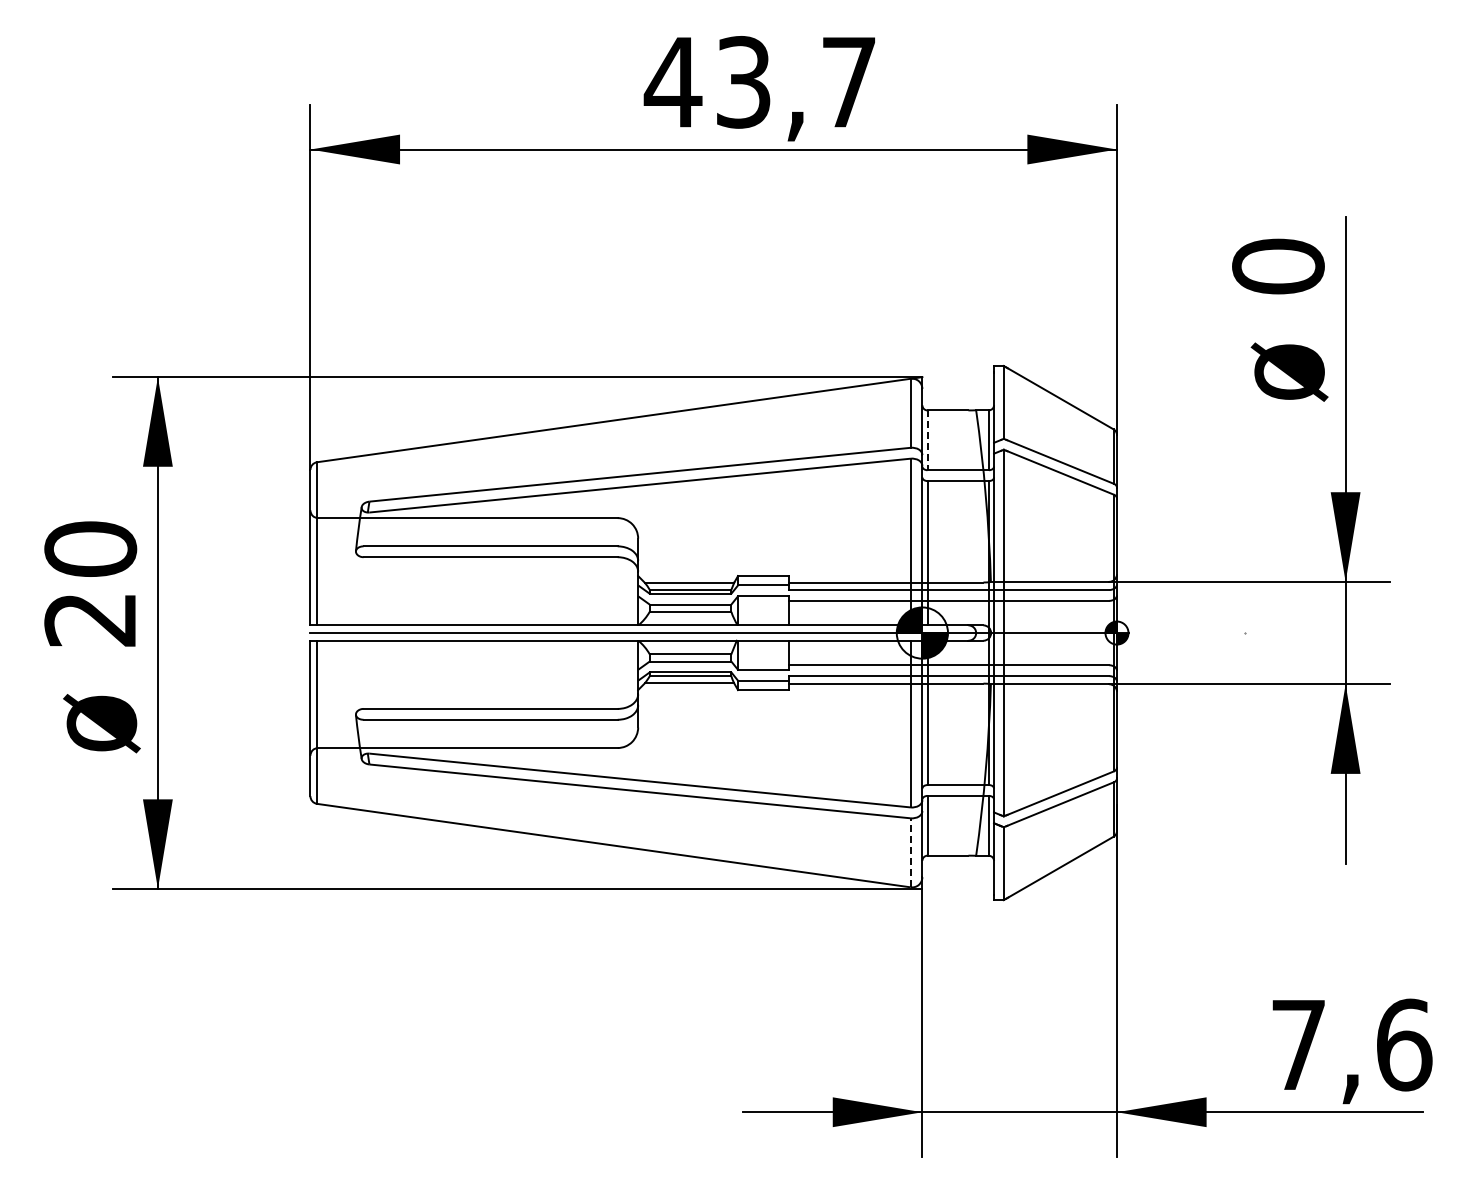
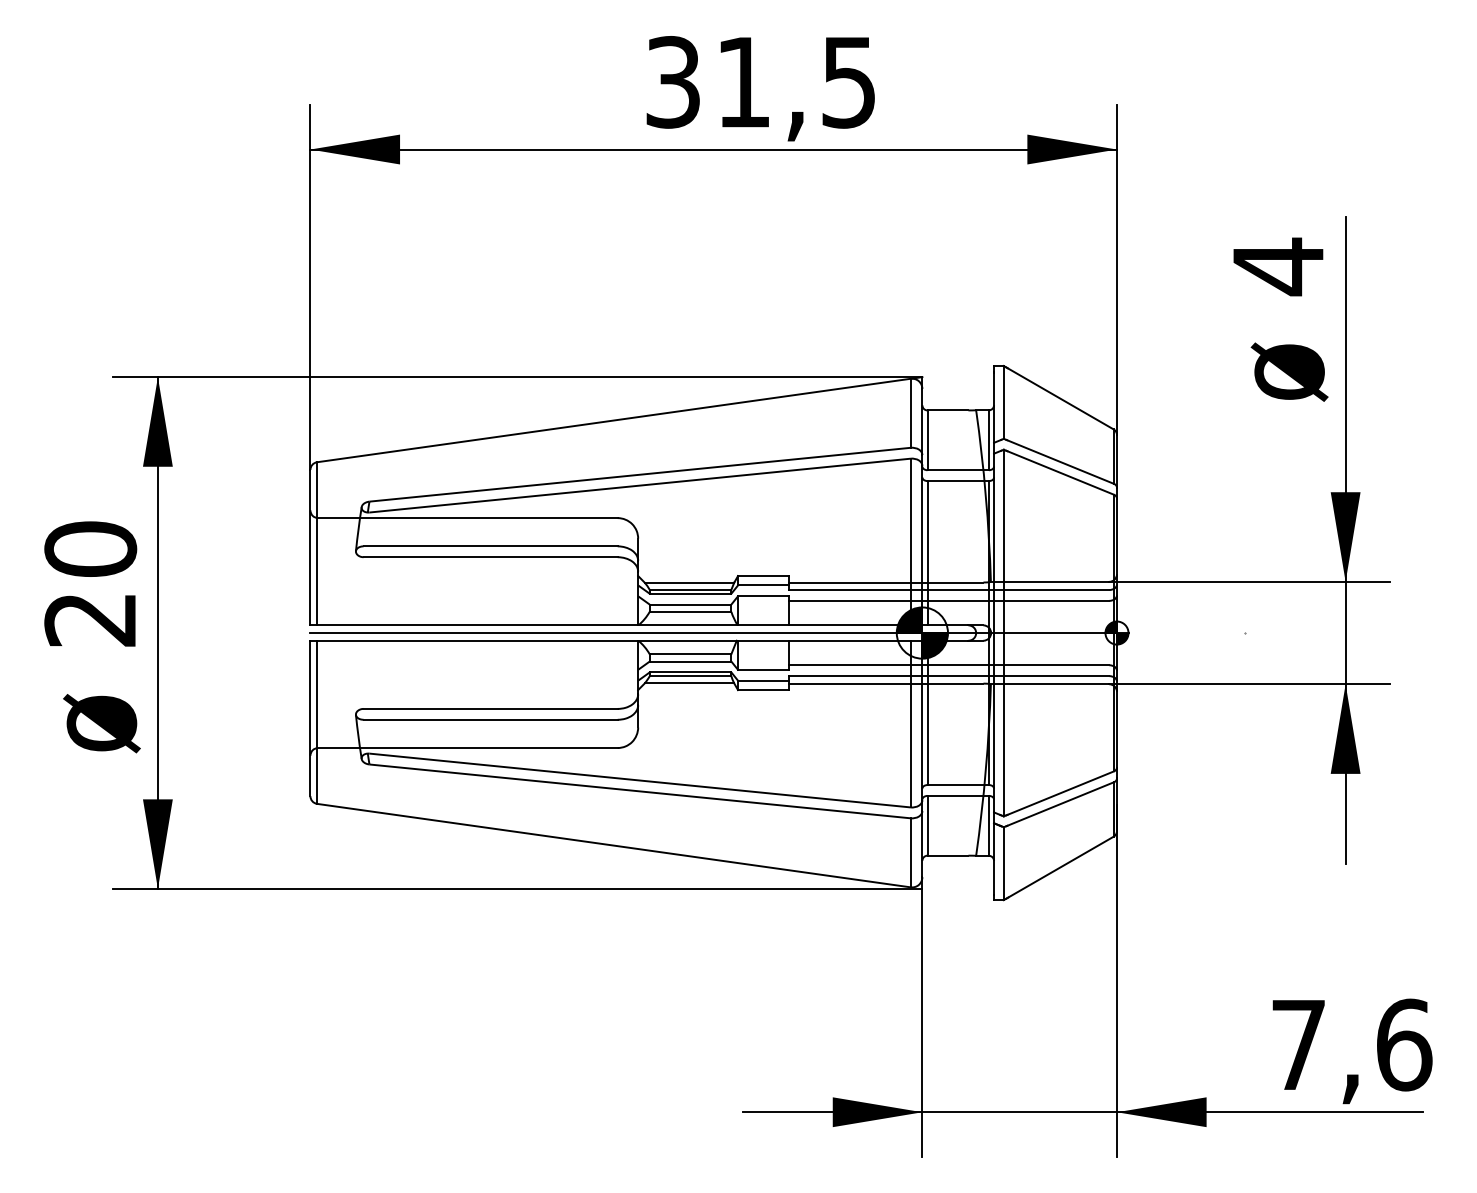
text at (759, 82): 43,7 -> 31,5
text at (1278, 266): 0 -> 4
line at (927, 440): dashed -> solid
line at (910, 852): dashed -> solid
